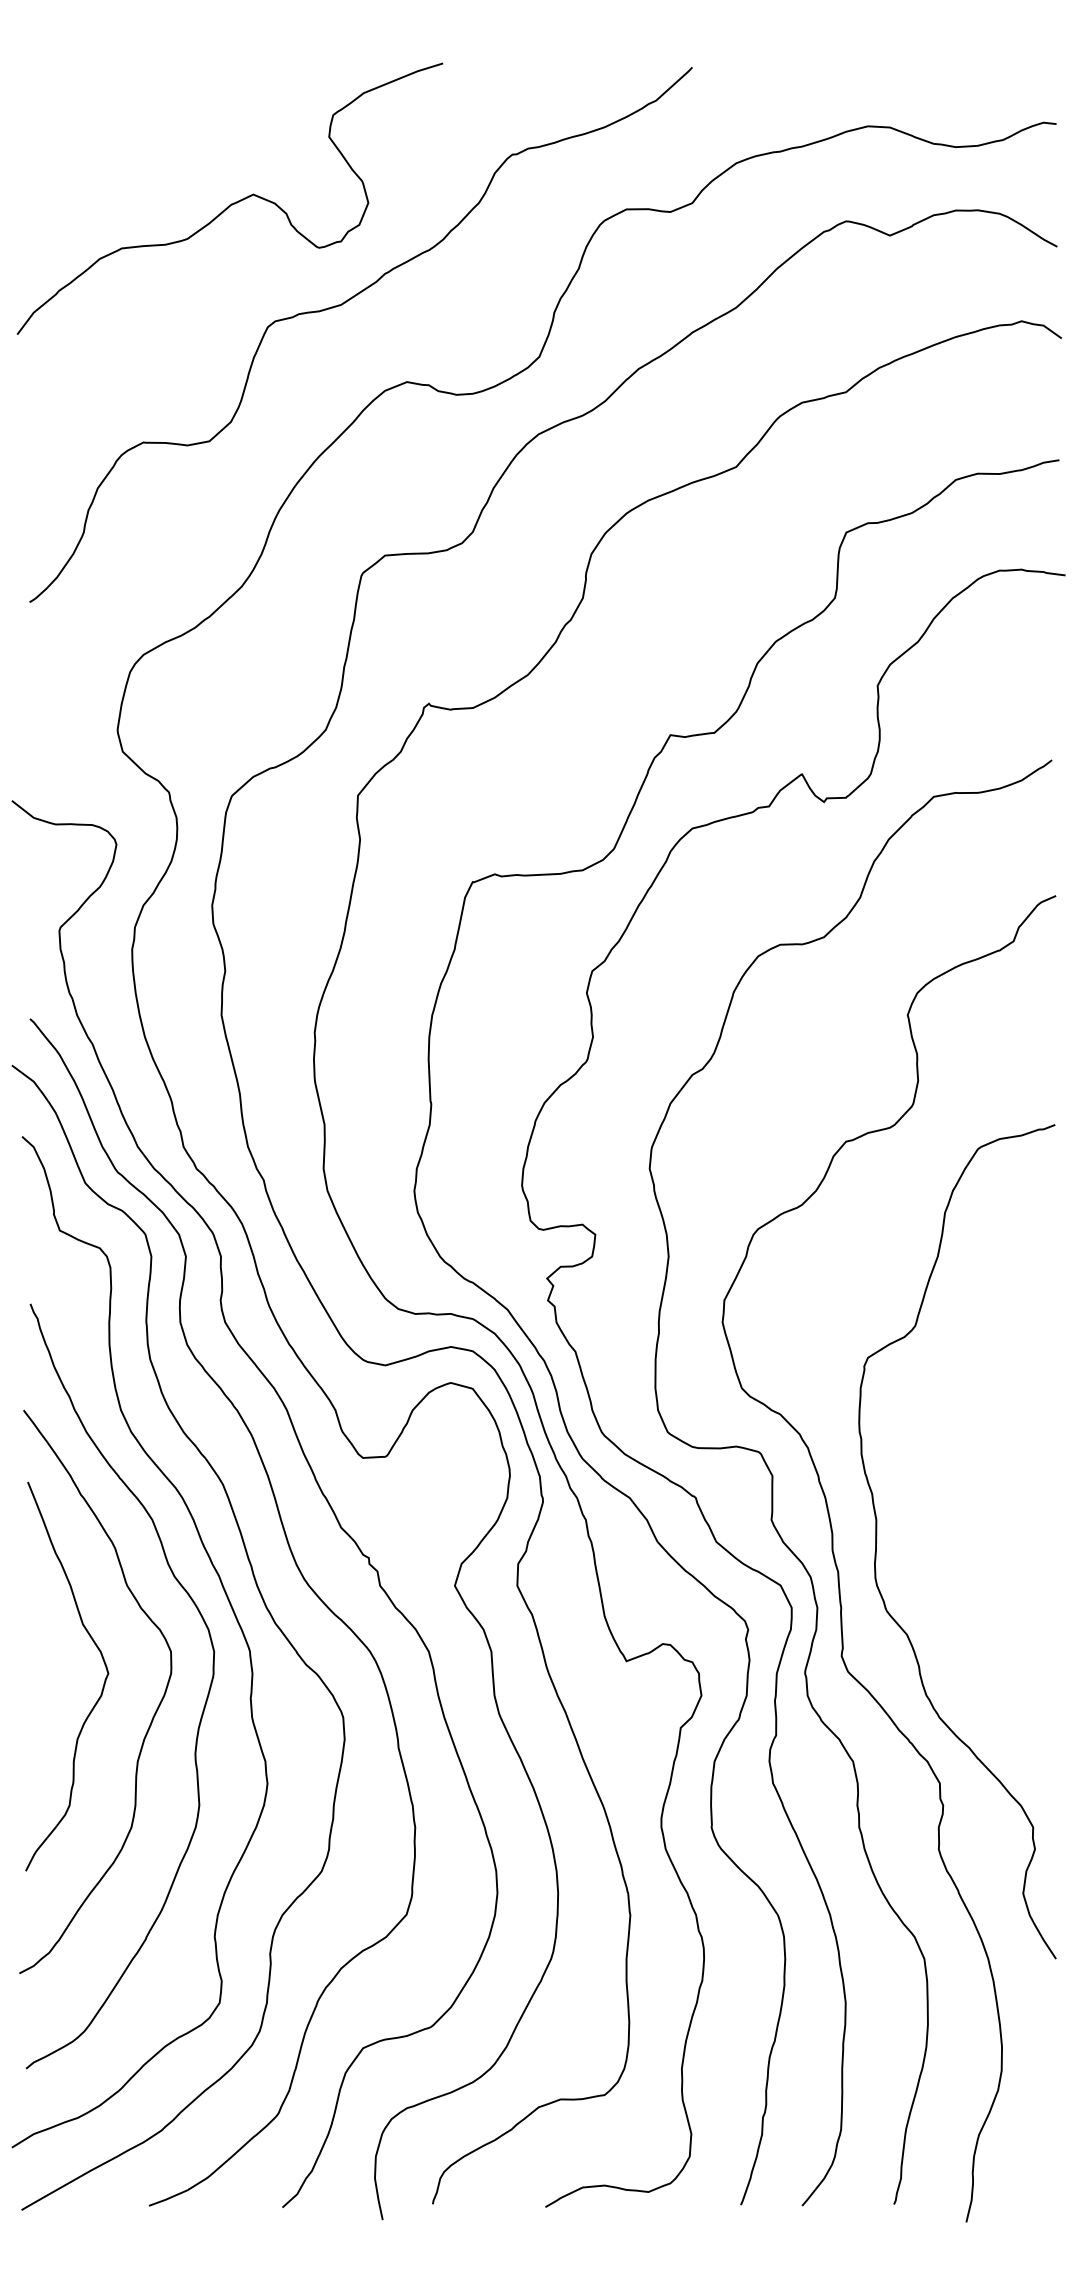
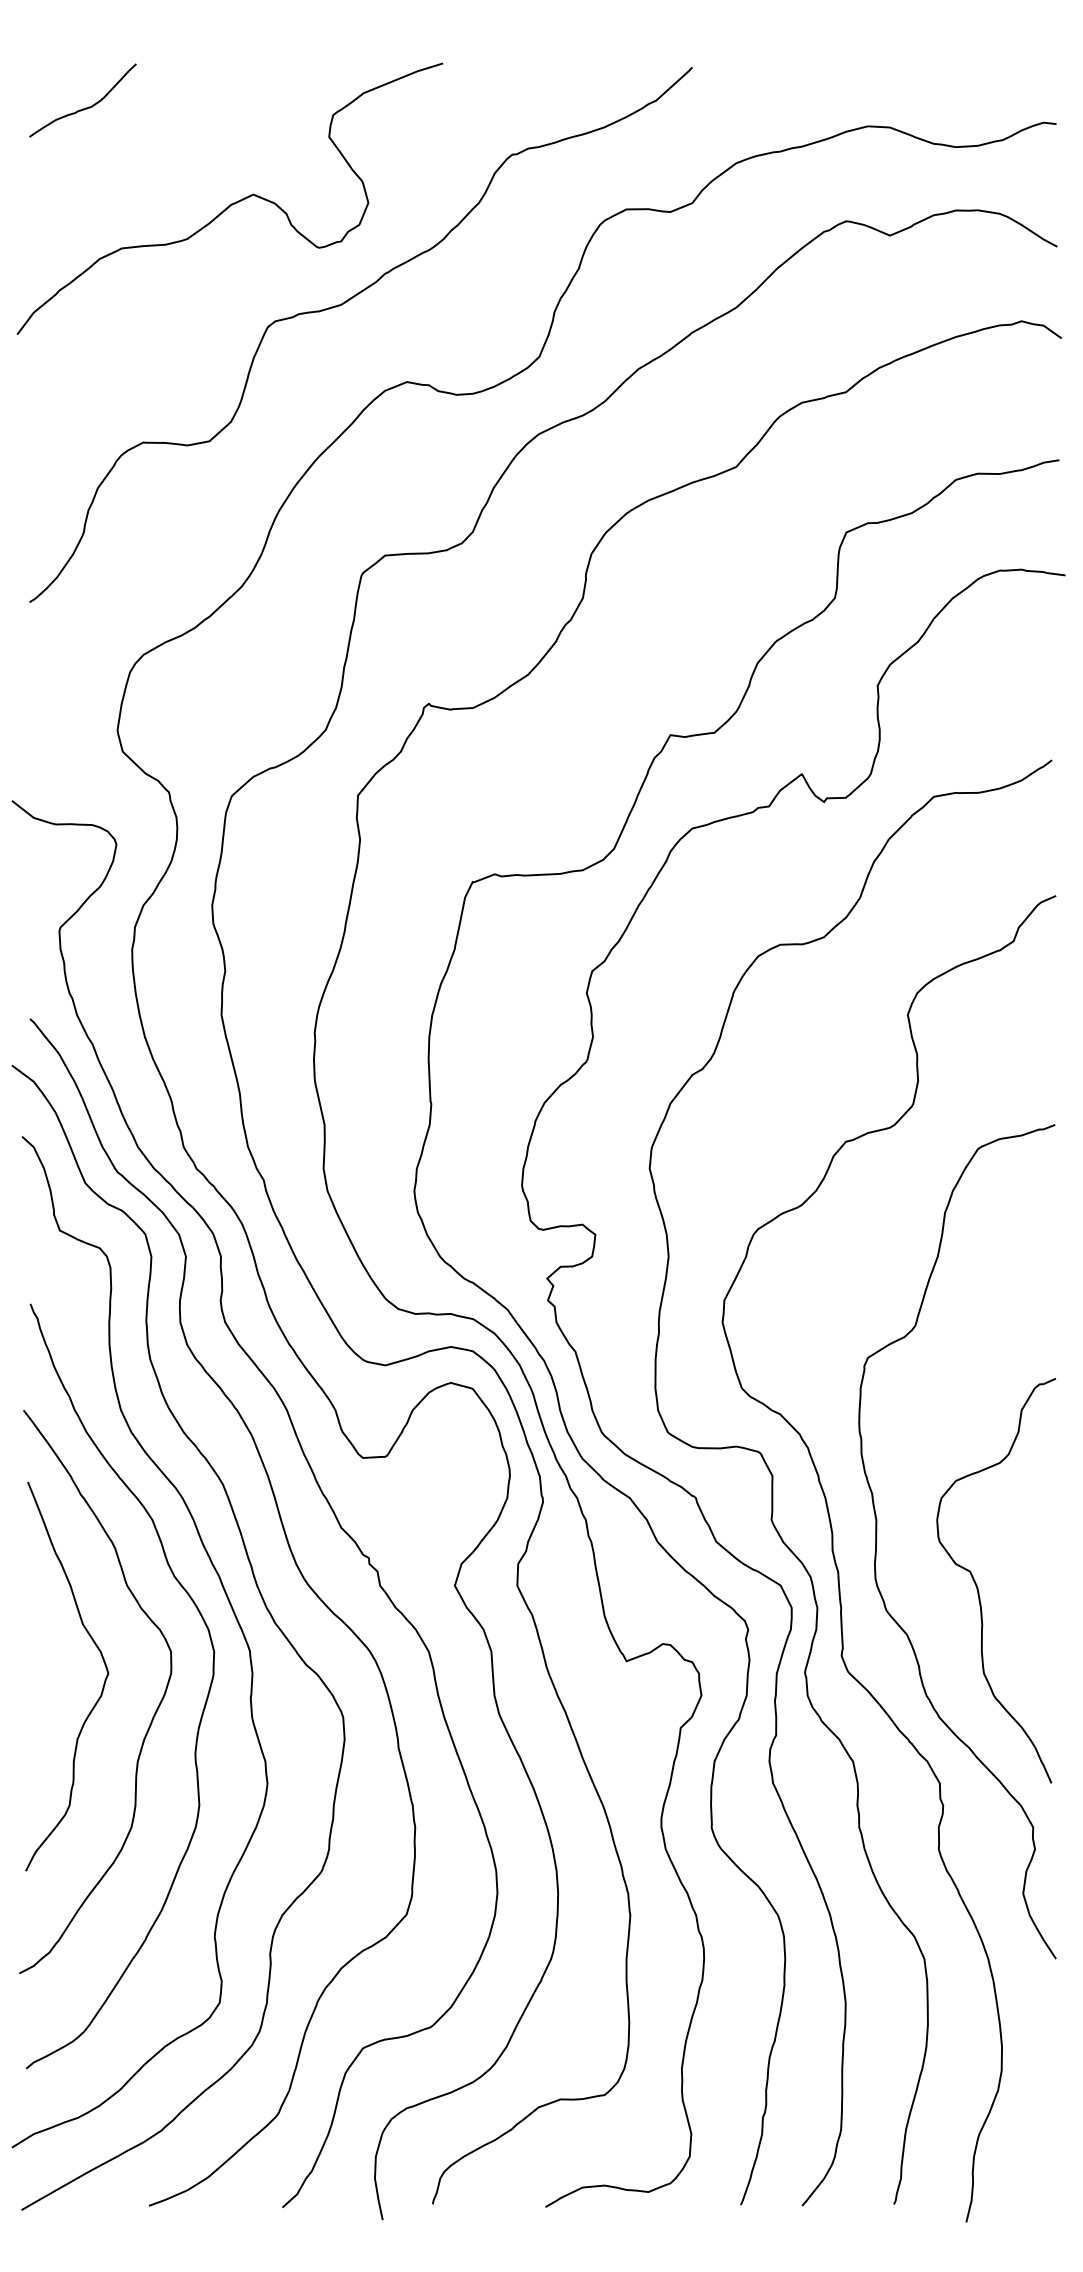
curve at (85, 107): none -> present
curve at (978, 1587): none -> present
